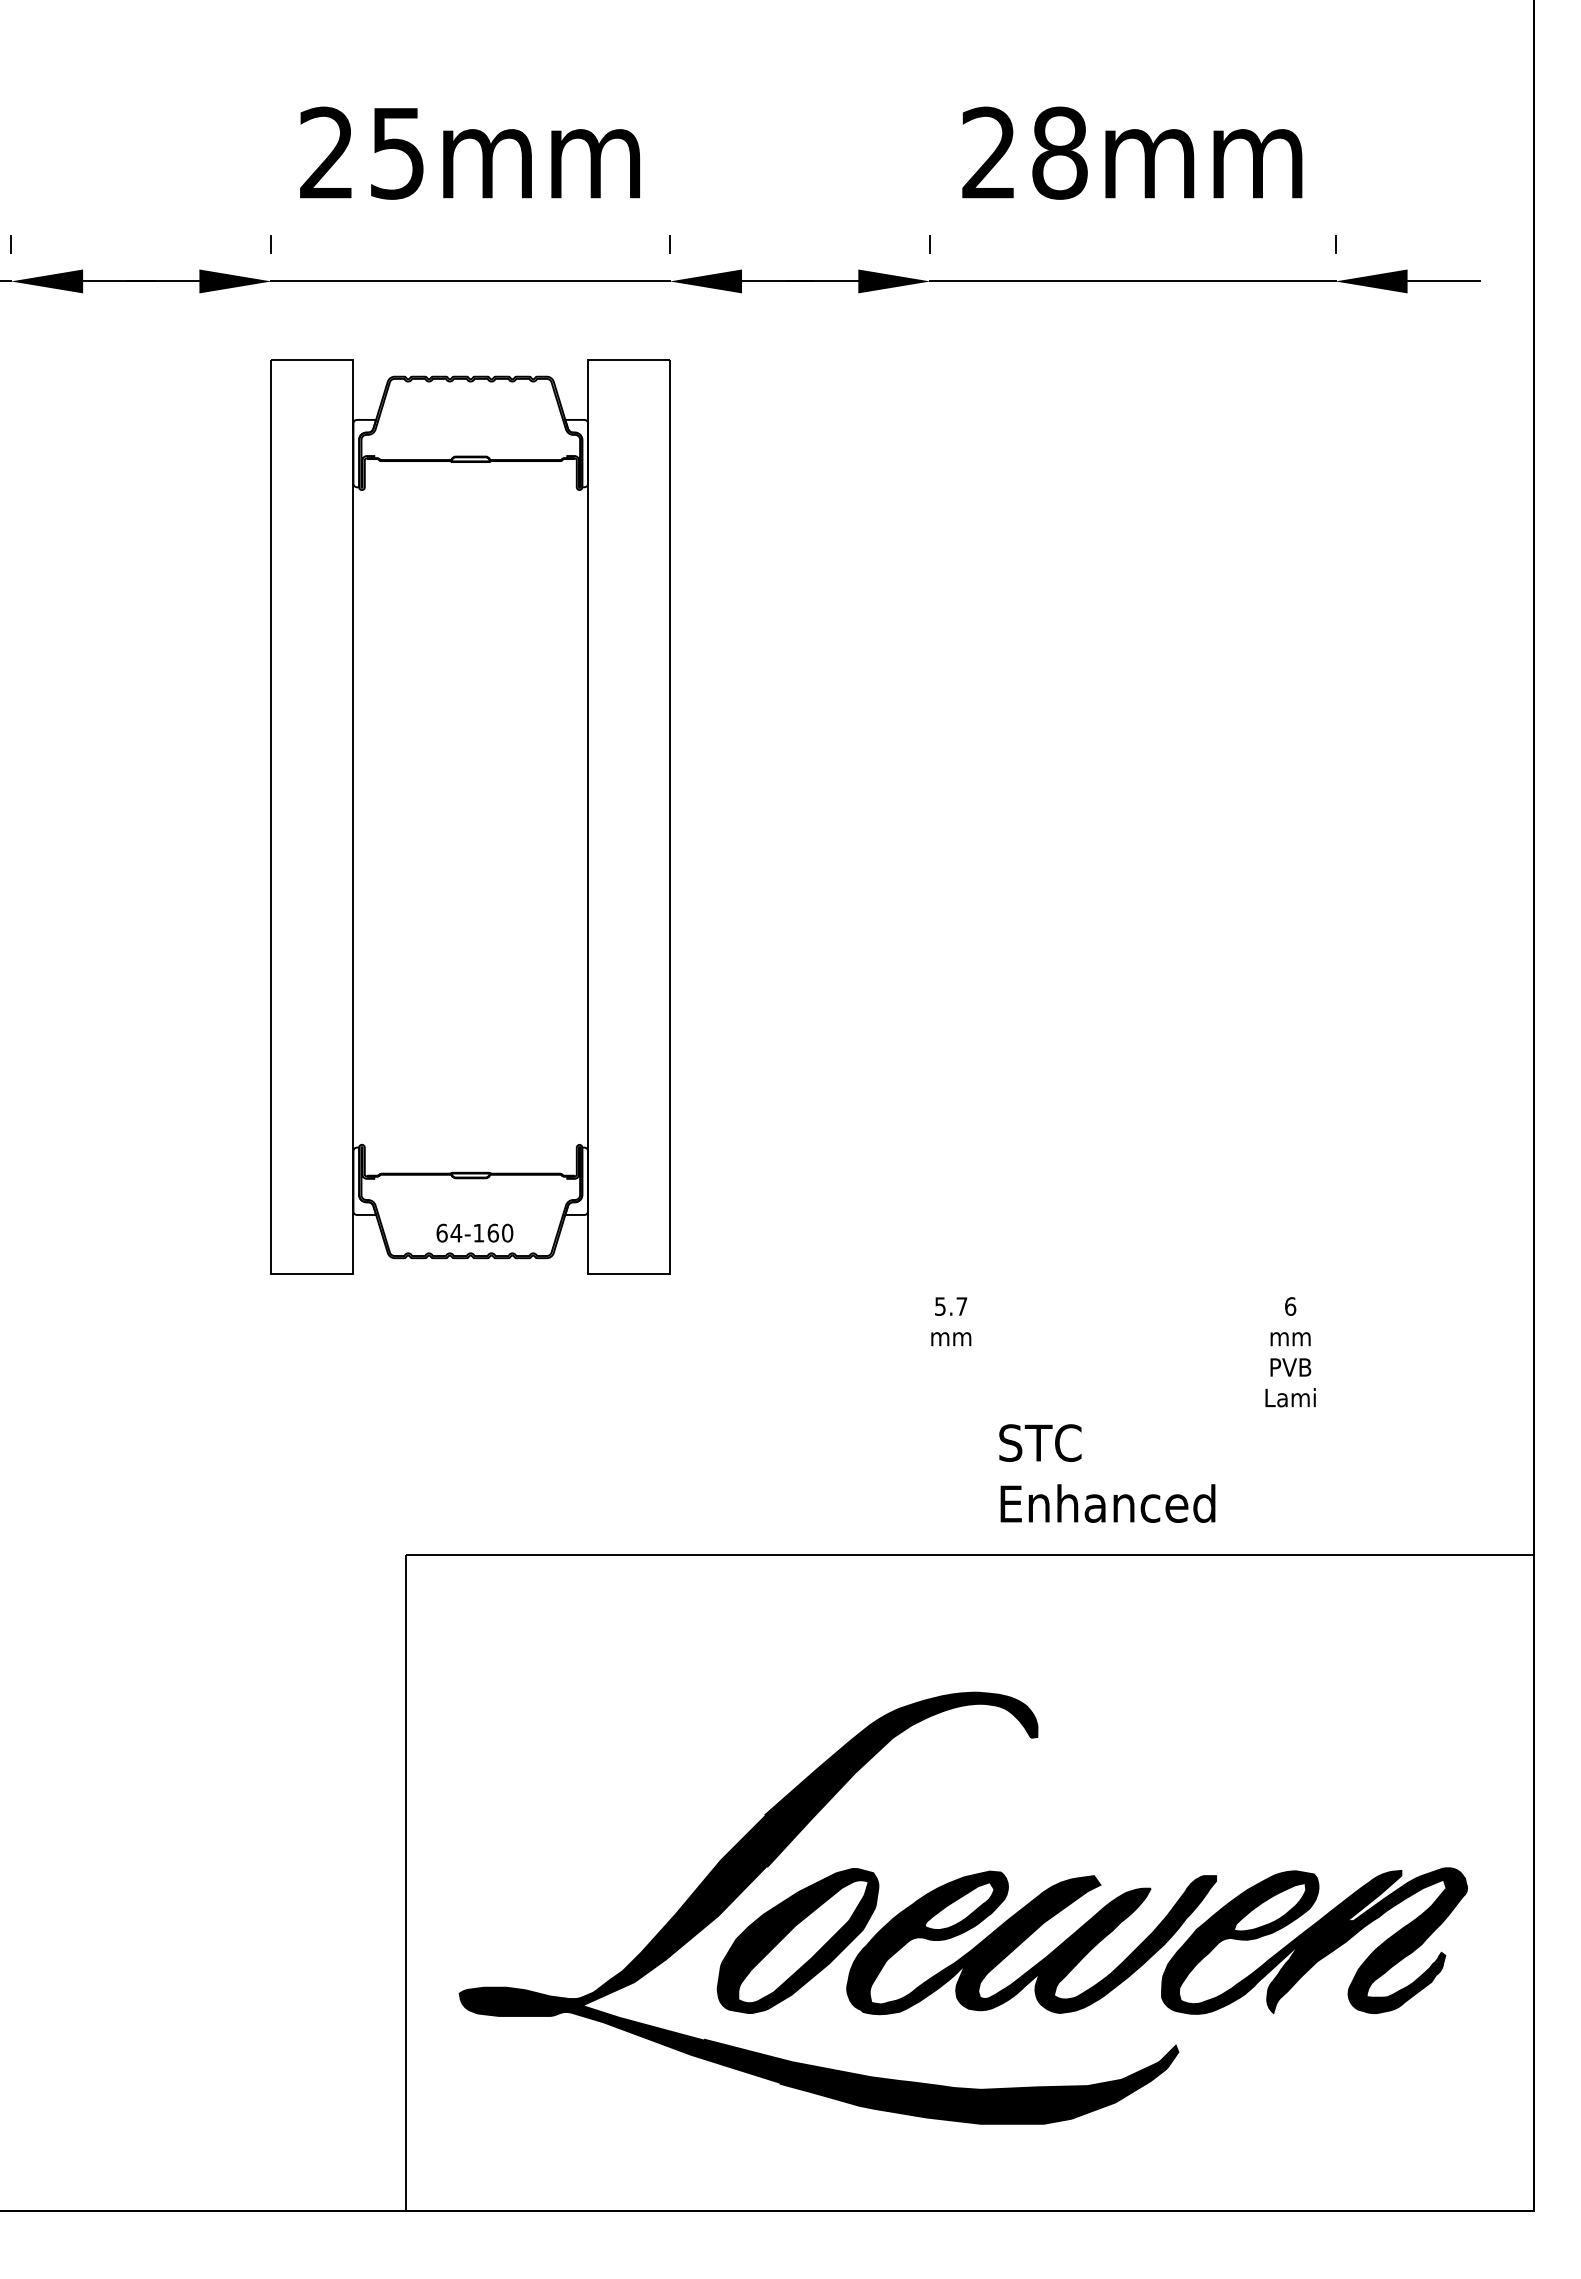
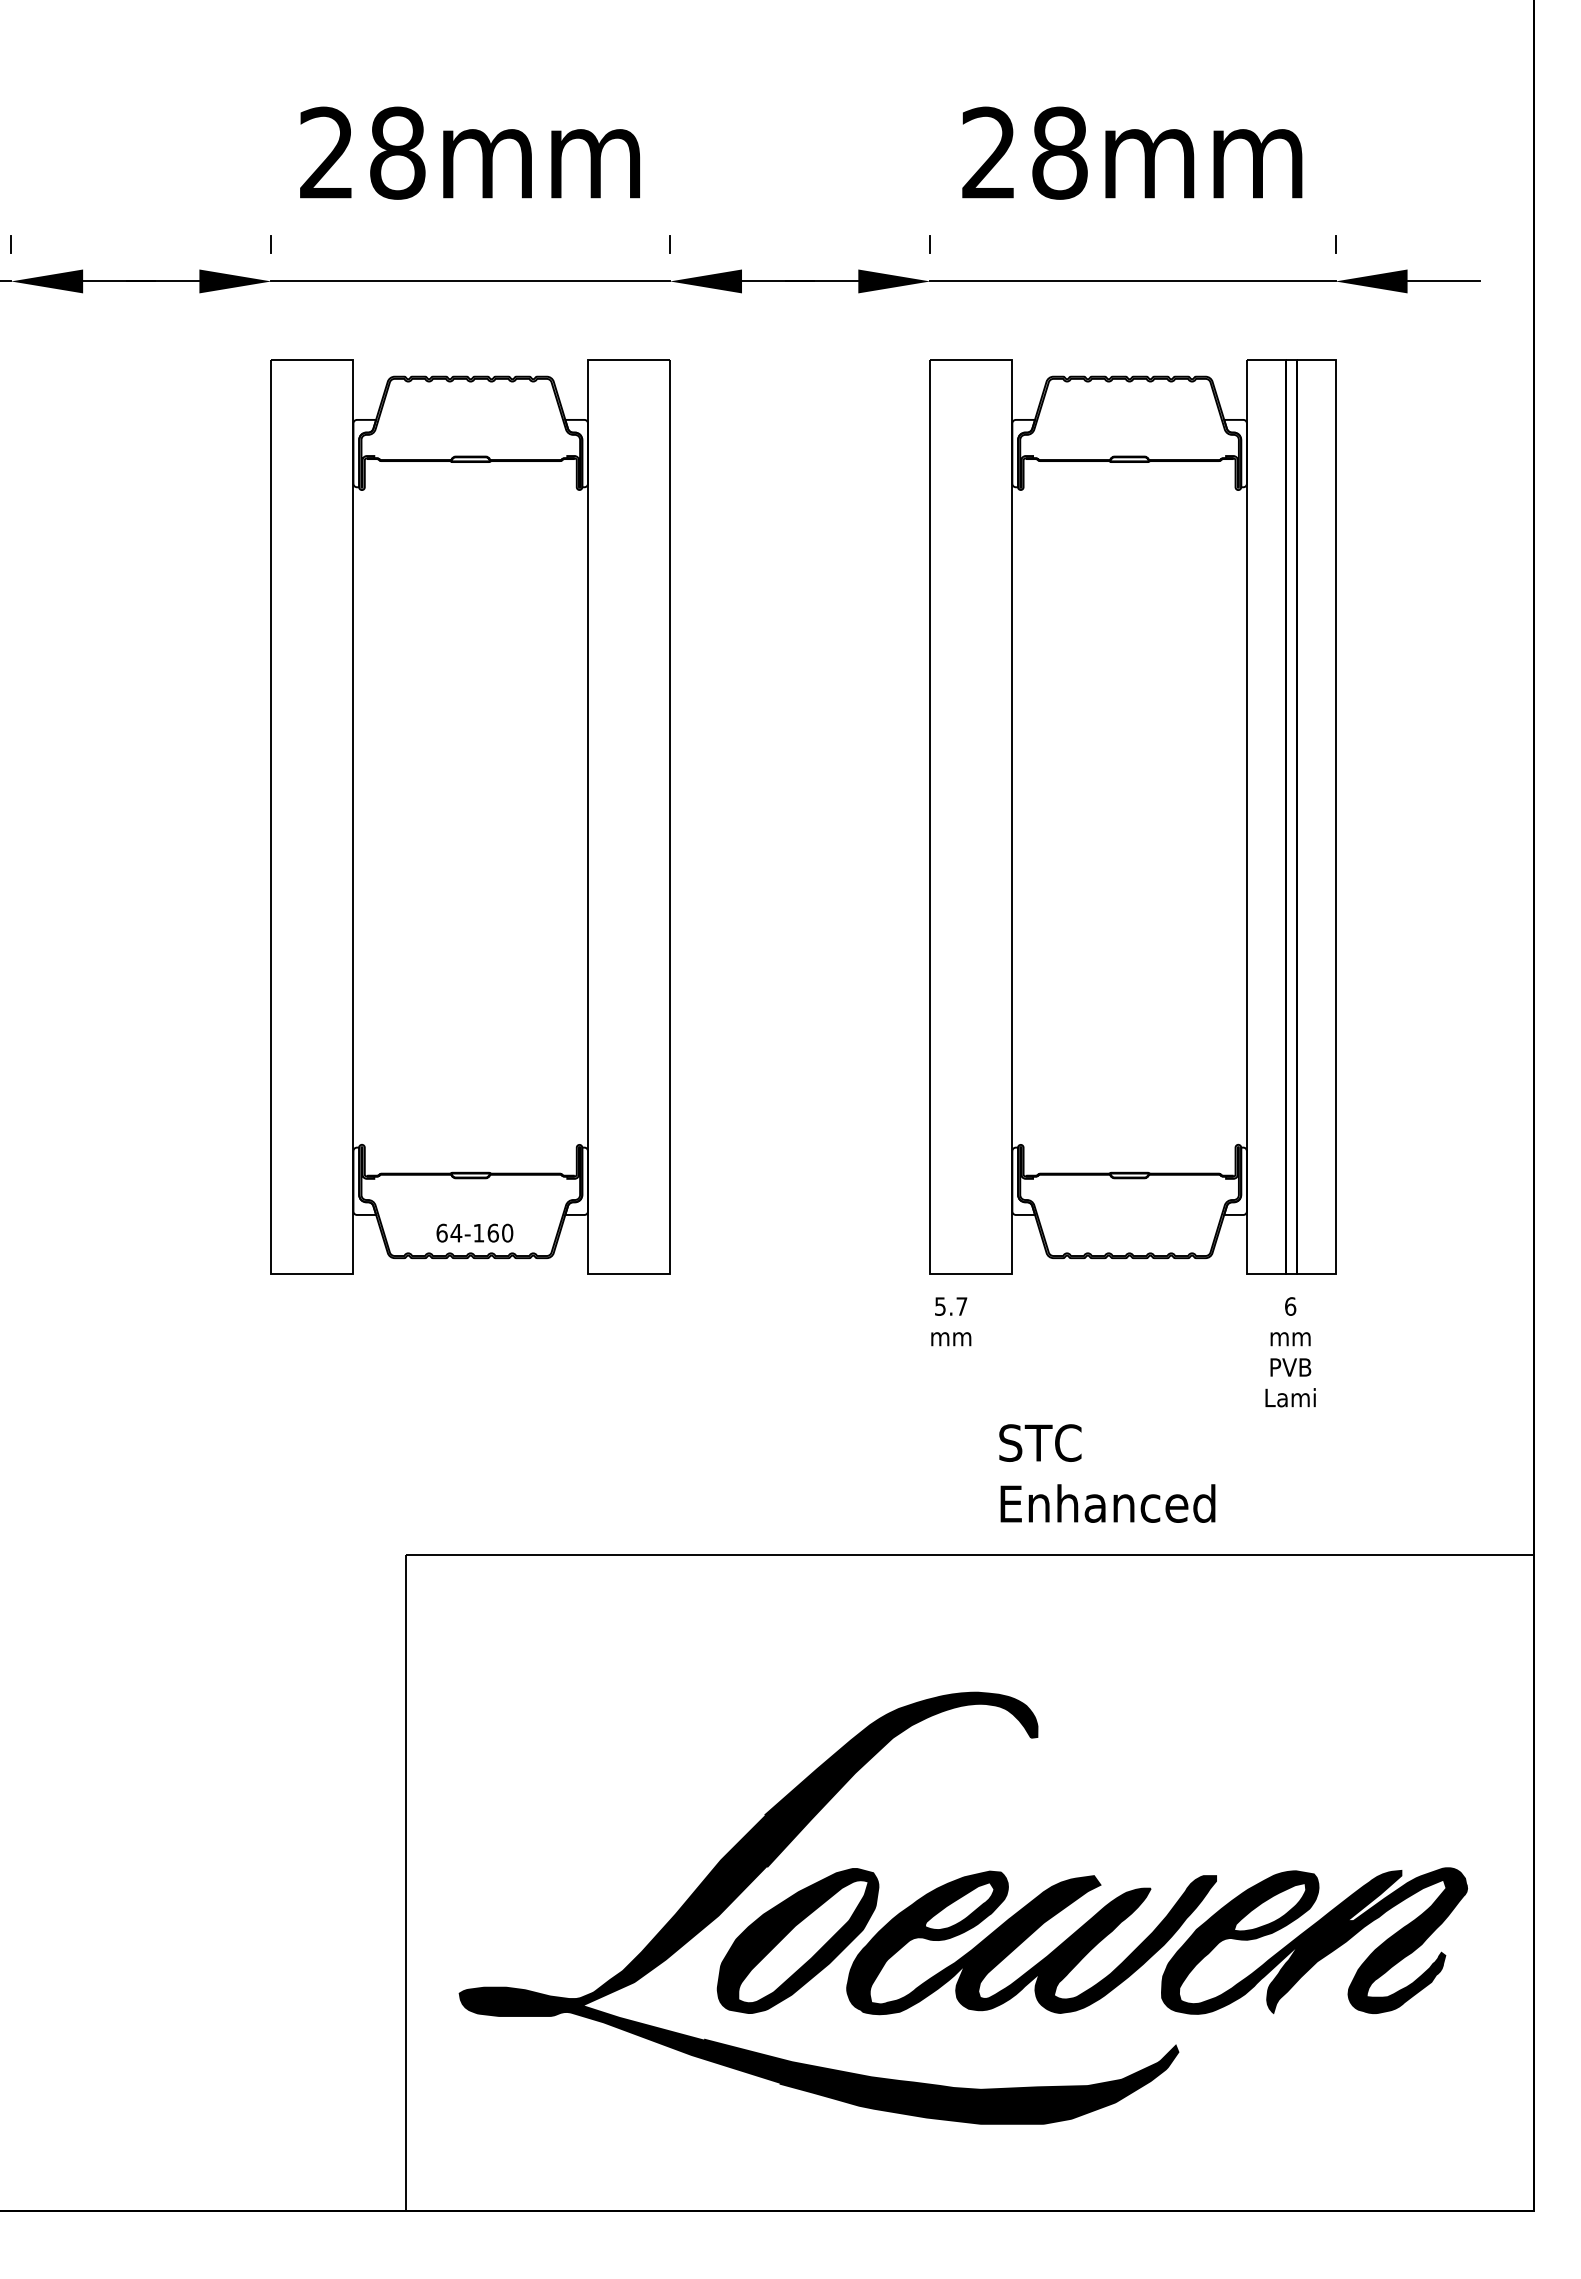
text at (397, 152): 25mm -> 28mm
part at (1132, 816): none -> present
